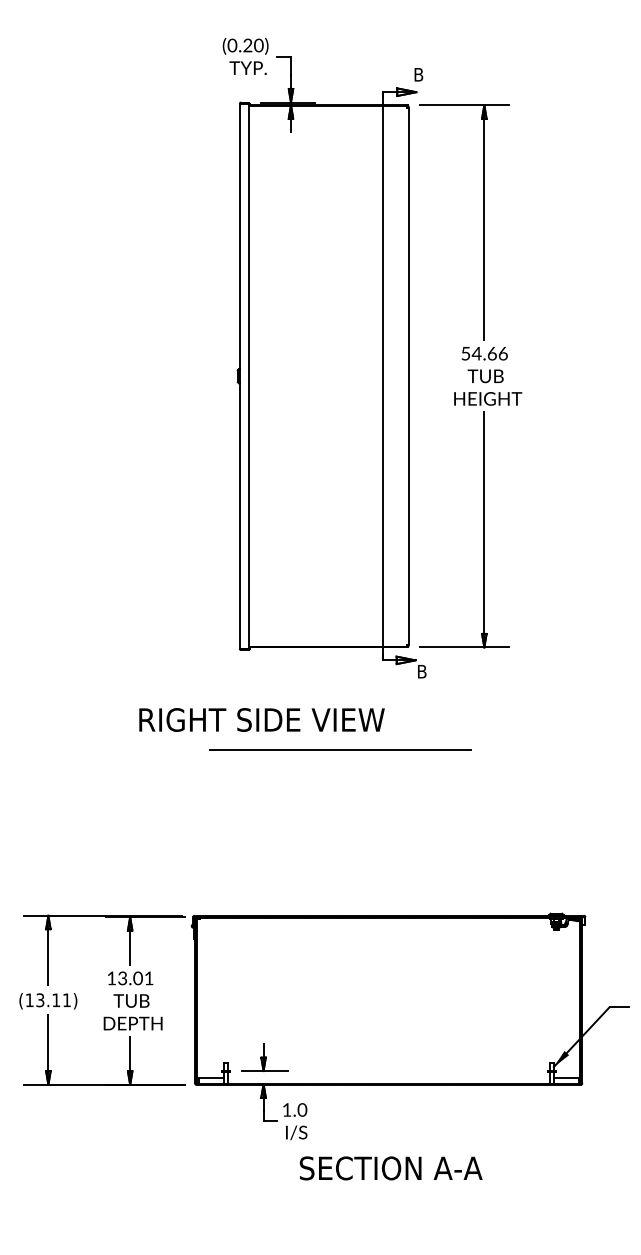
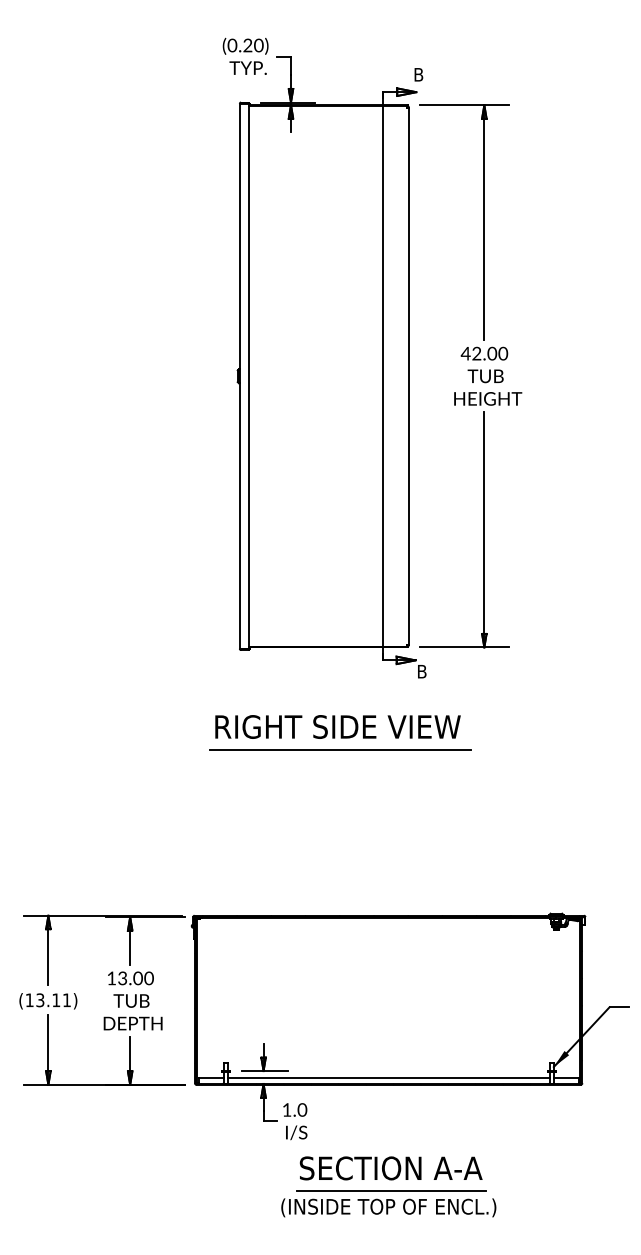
text at (484, 353): 54.66 -> 42.00
text at (261, 719) position: (261, 719) -> (337, 726)
text at (148, 978): 13.01 -> 13.00
line at (388, 1077): none -> present
part at (388, 1203): none -> present
